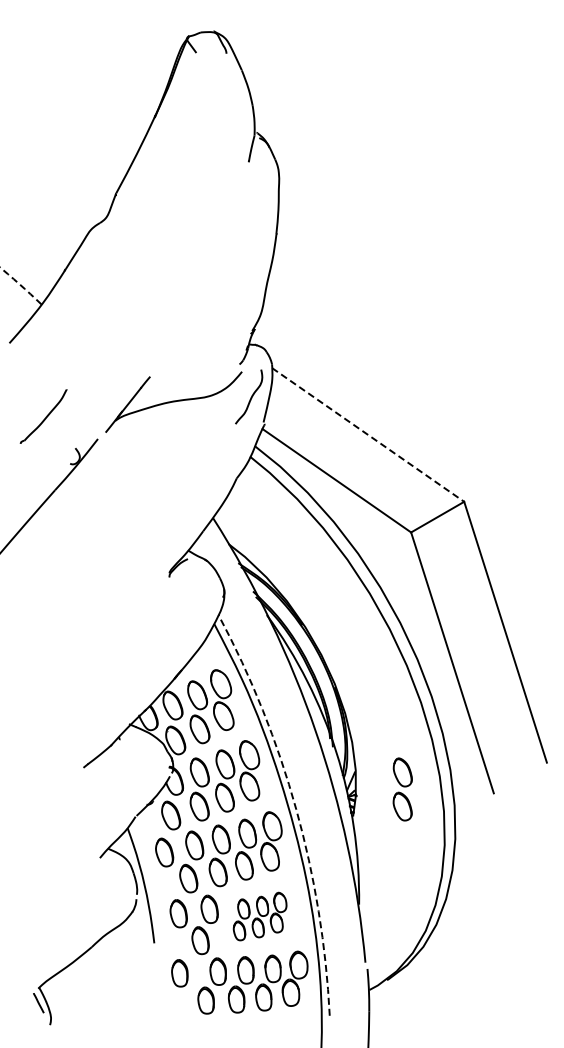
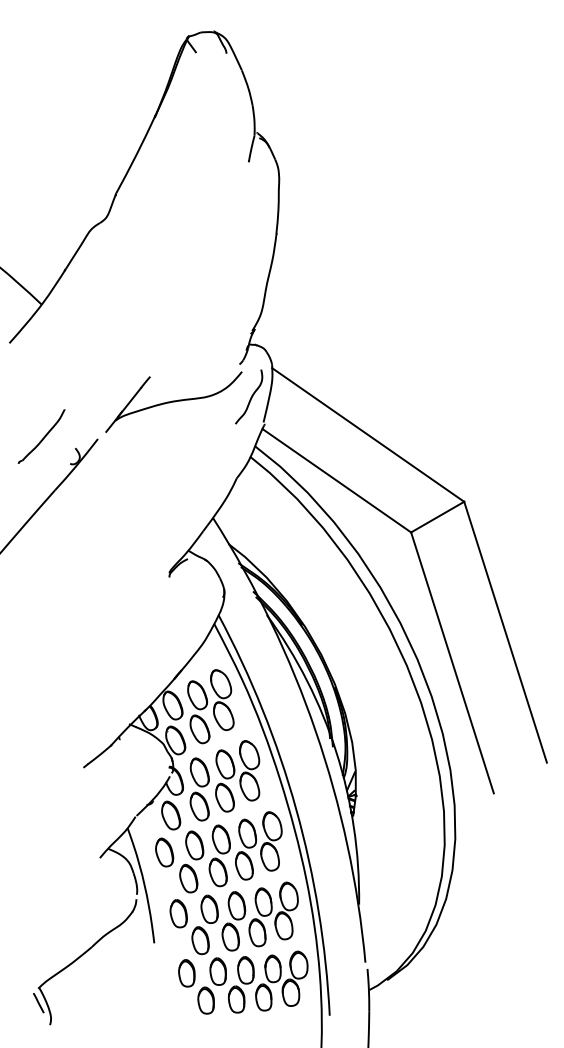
arc at (20, 285): dashed -> solid
part at (43, 416) position: (43, 416) -> (41, 436)
line at (368, 435): dashed -> solid
part at (402, 789): present -> none
arc at (296, 809): dashed -> solid
part at (259, 916) size: 56x51 px -> 78x71 px
part at (179, 973) position: (179, 973) -> (186, 973)
